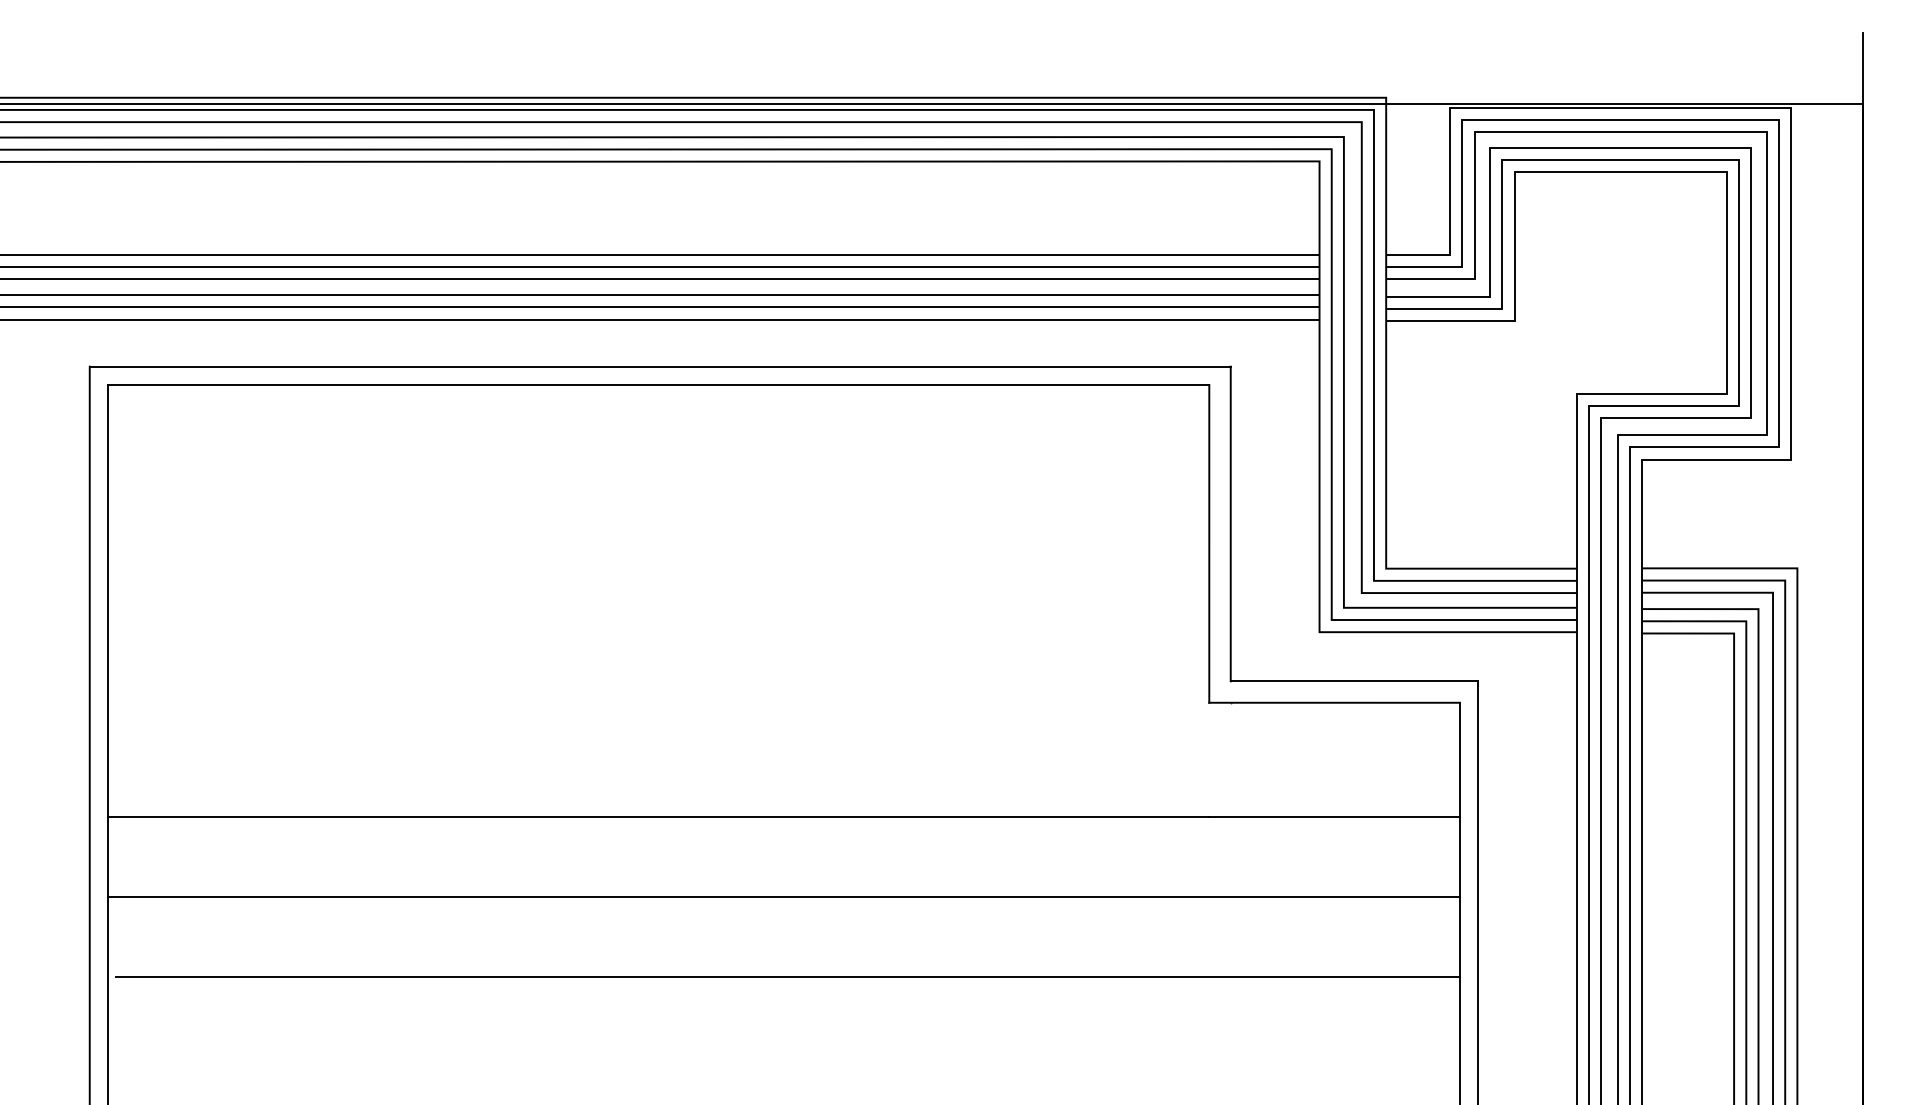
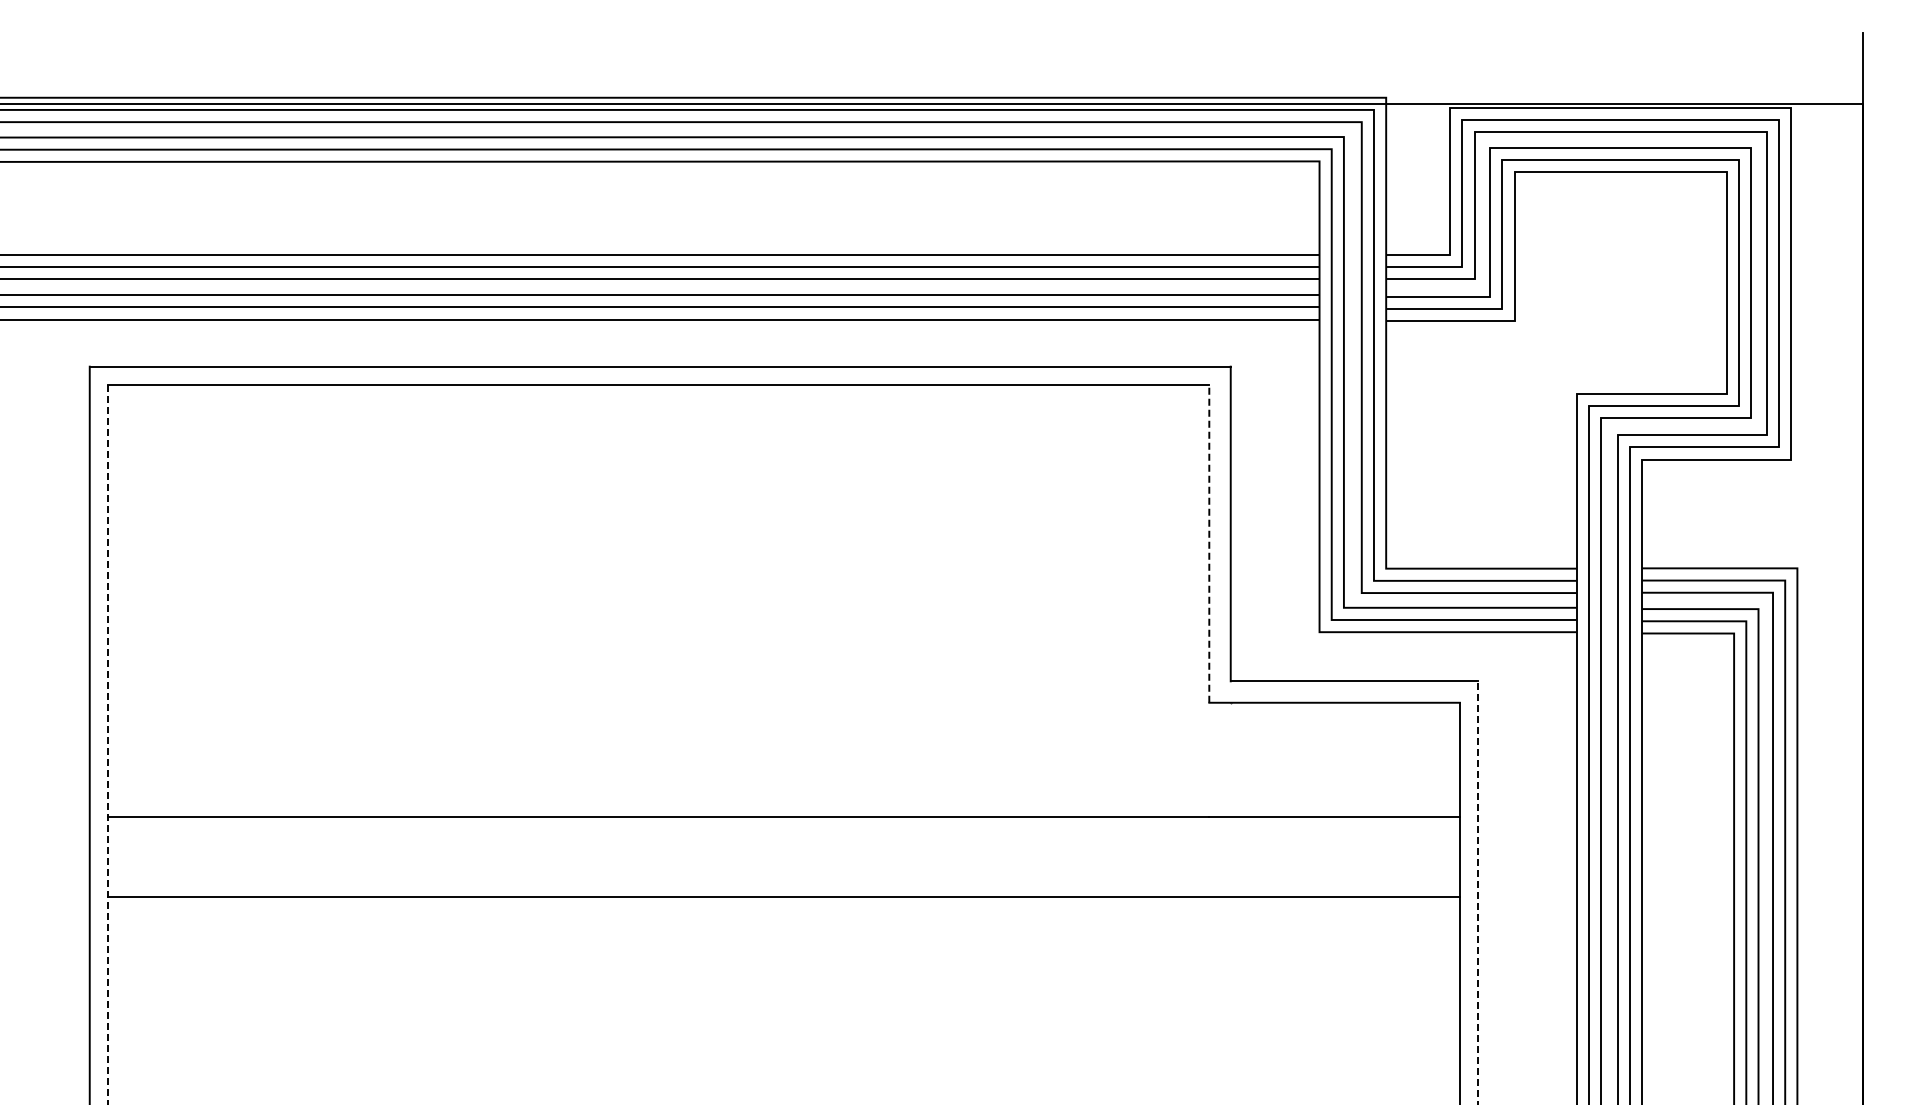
line at (1209, 543): solid -> dashed
line at (108, 744): solid -> dashed
line at (1478, 892): solid -> dashed
line at (787, 976): present -> none
